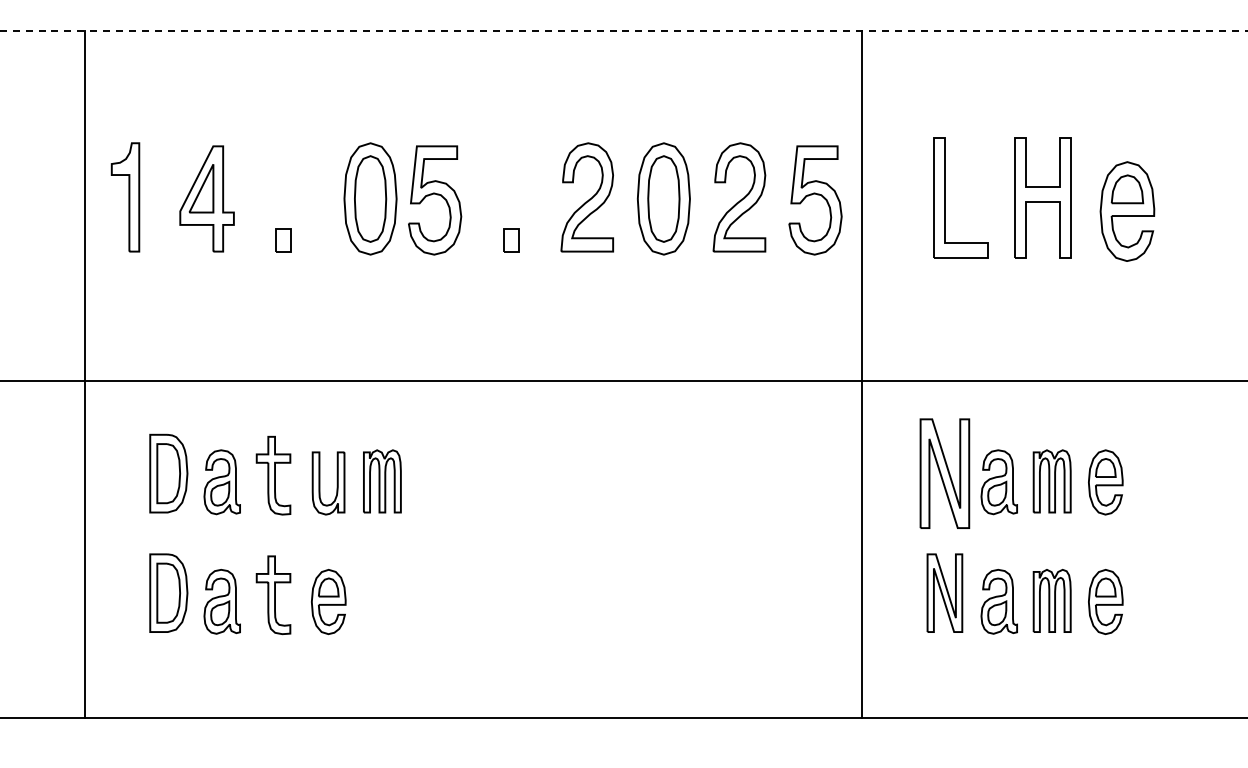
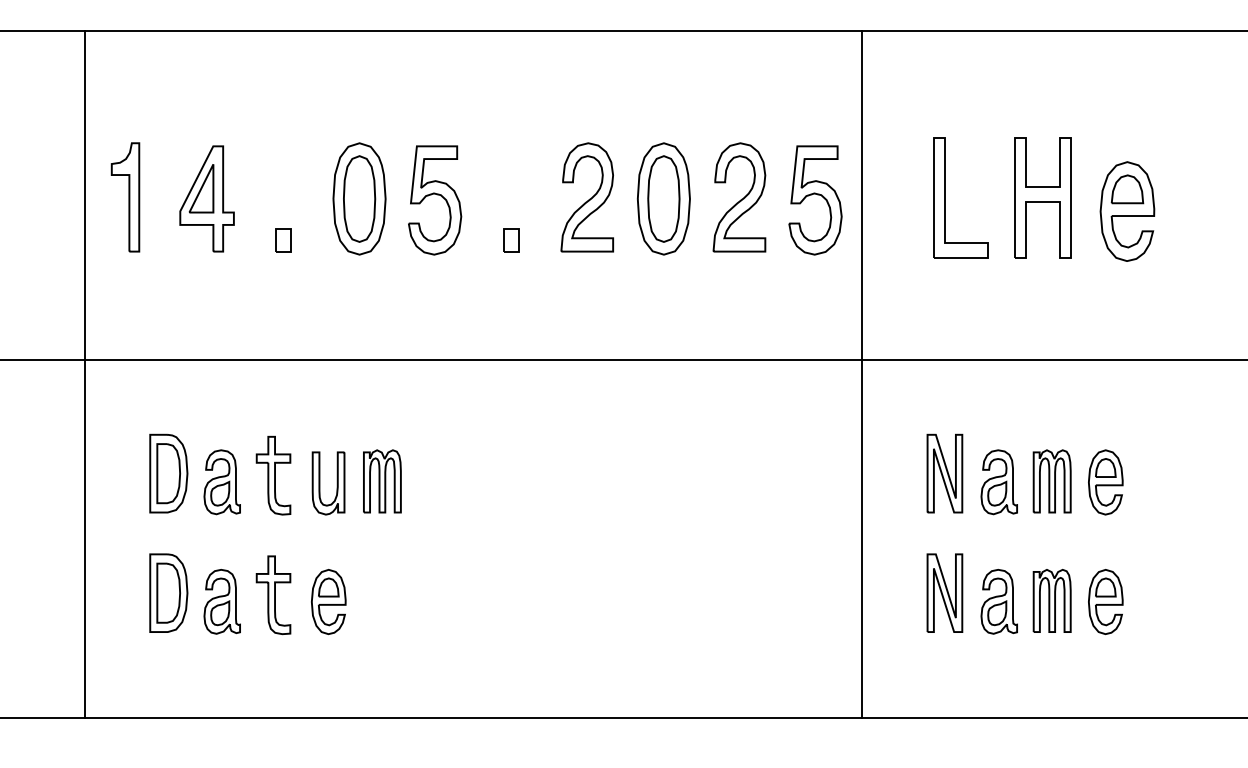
line at (624, 30): dashed -> solid
part at (370, 198) position: (370, 198) -> (359, 198)
line at (623, 380) position: (623, 380) -> (623, 359)
part at (944, 473) size: 52x111 px -> 38x81 px
